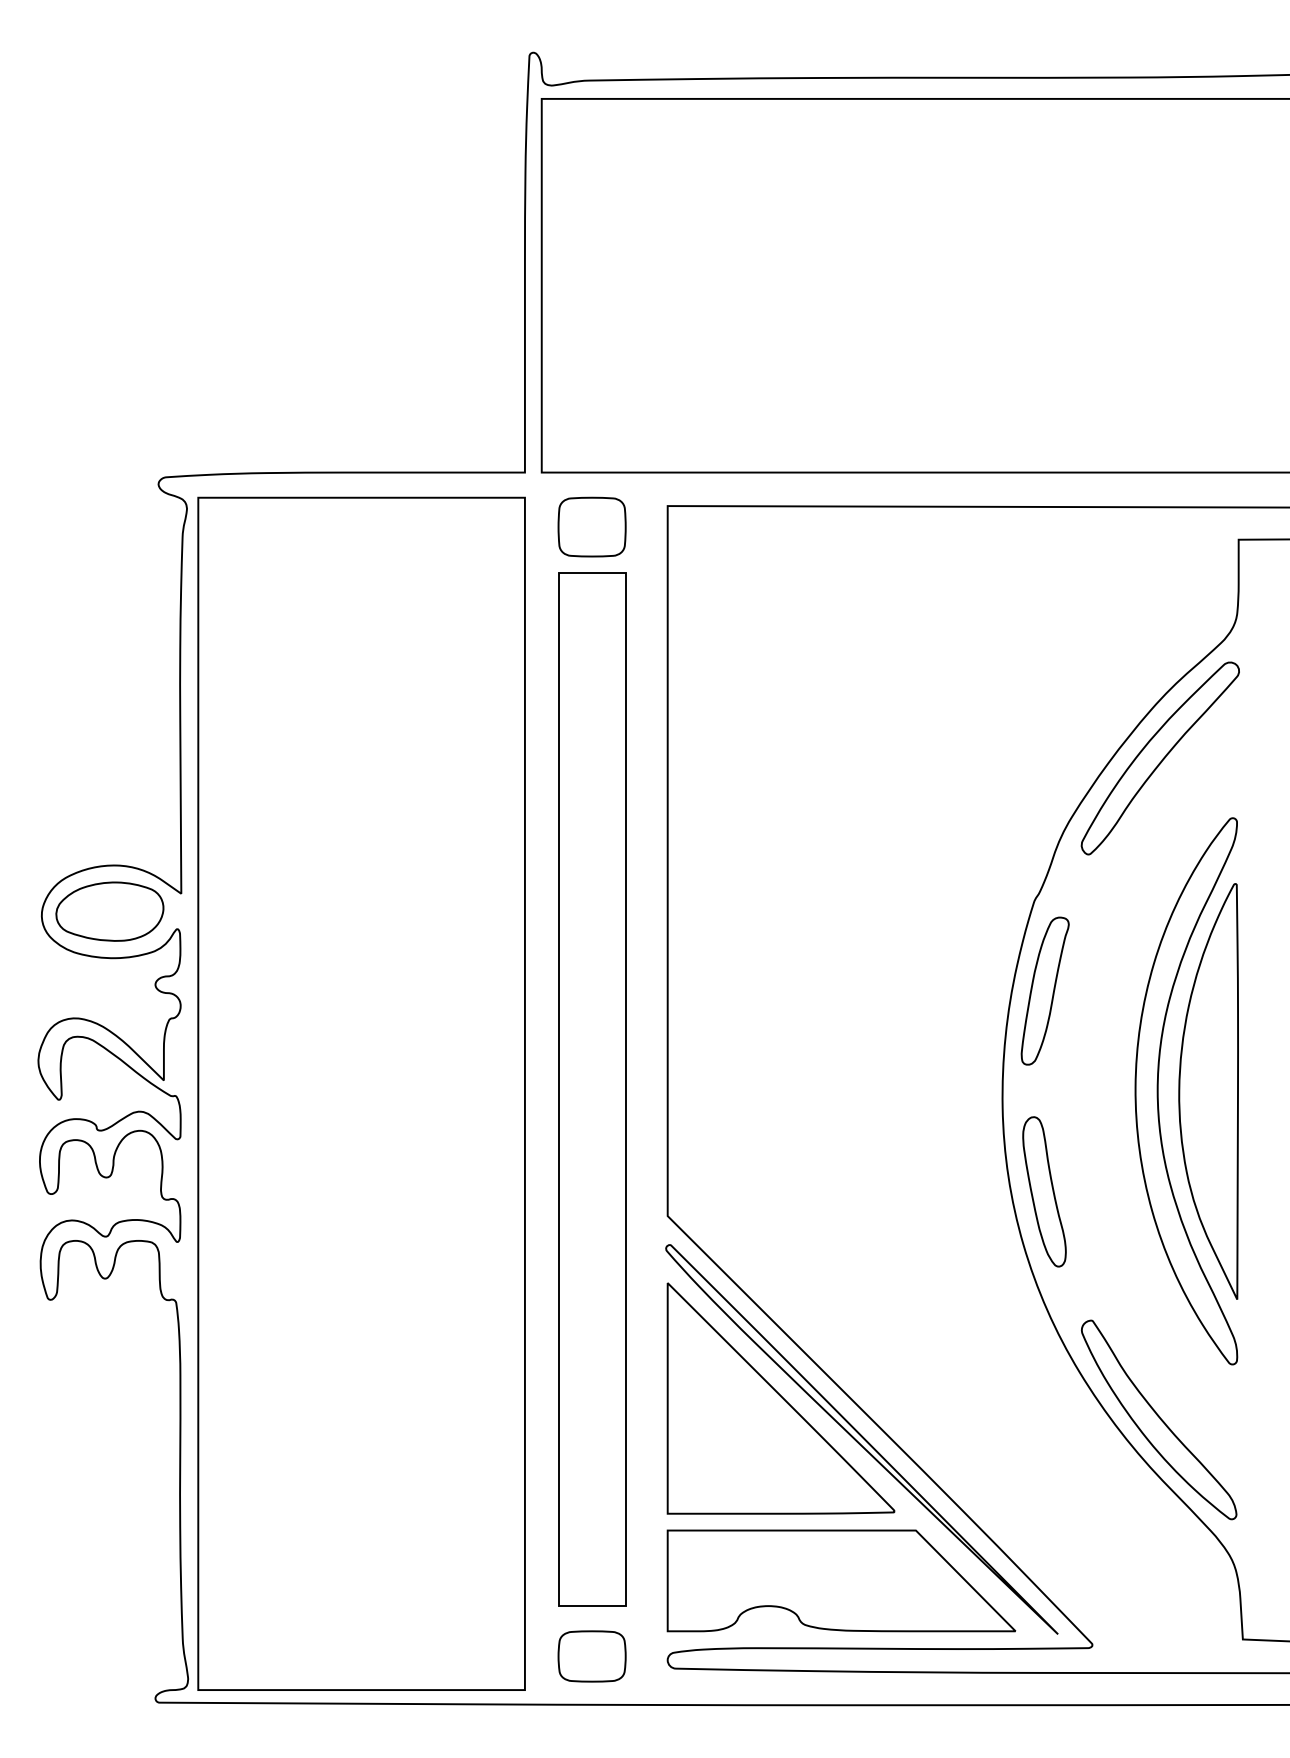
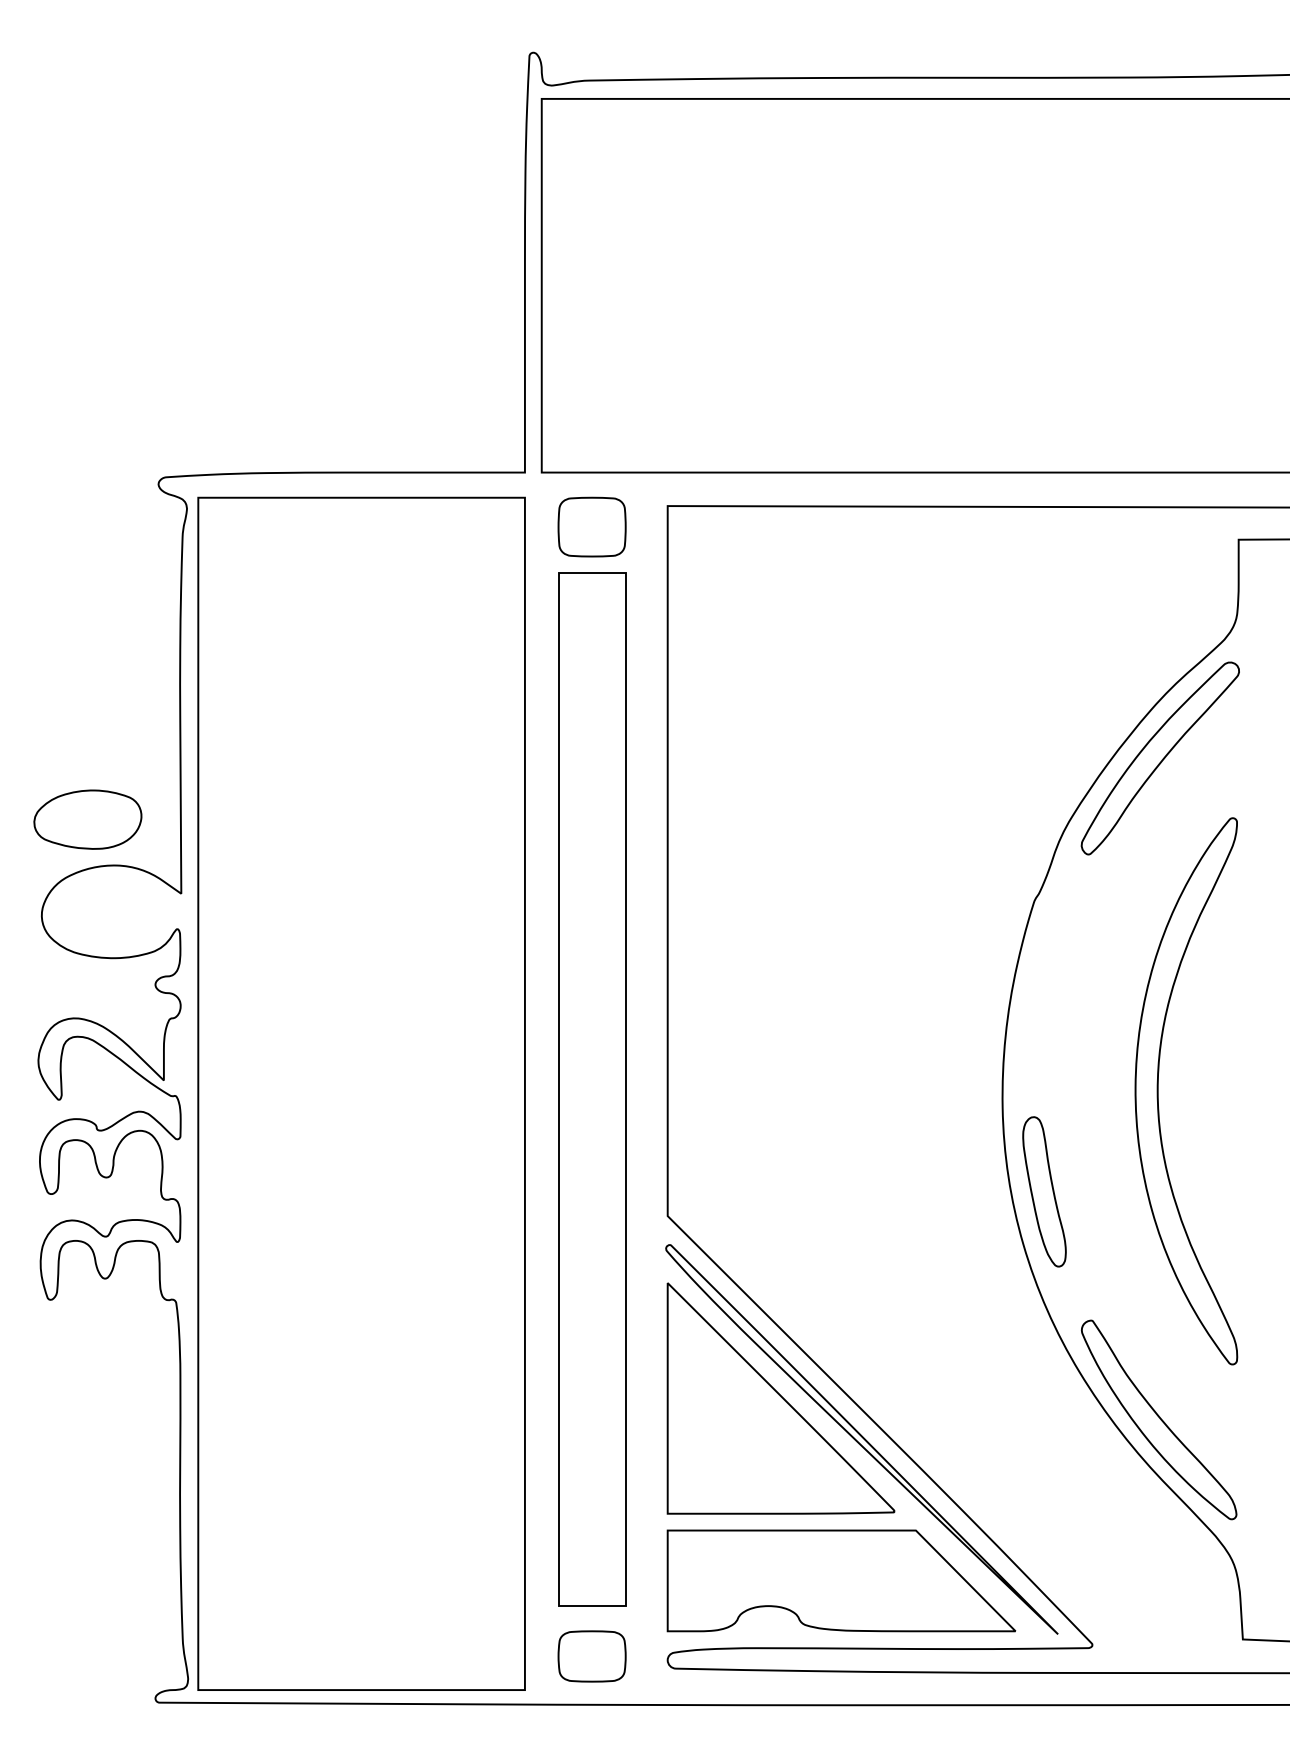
part at (109, 911) position: (109, 911) -> (87, 819)
part at (1044, 990): present -> none
part at (1208, 1091): present -> none
